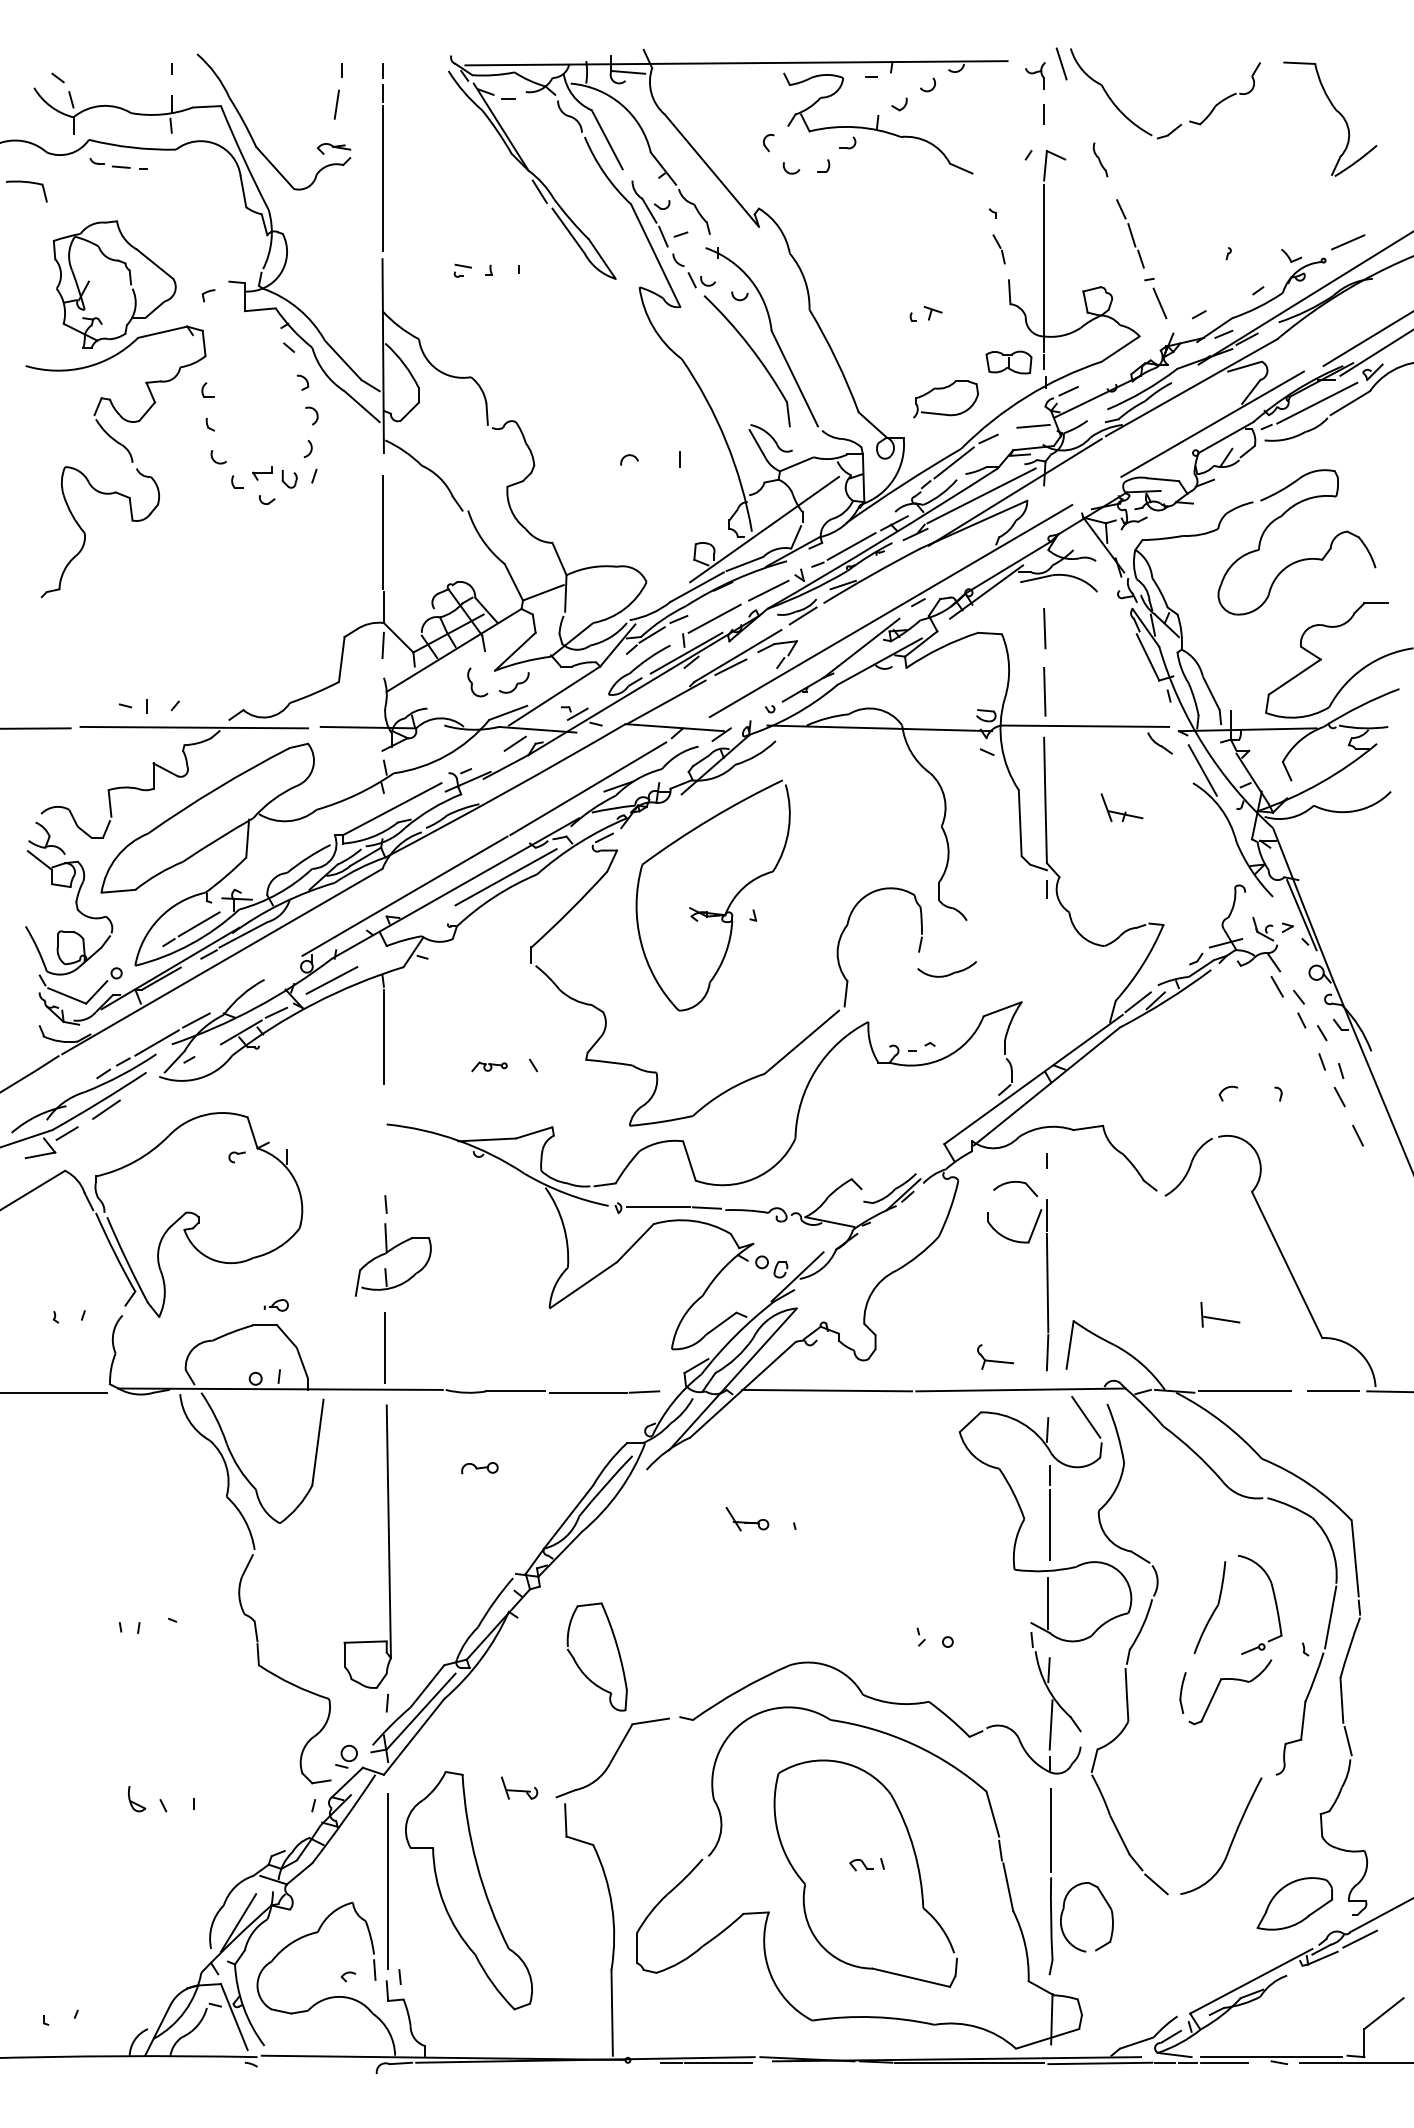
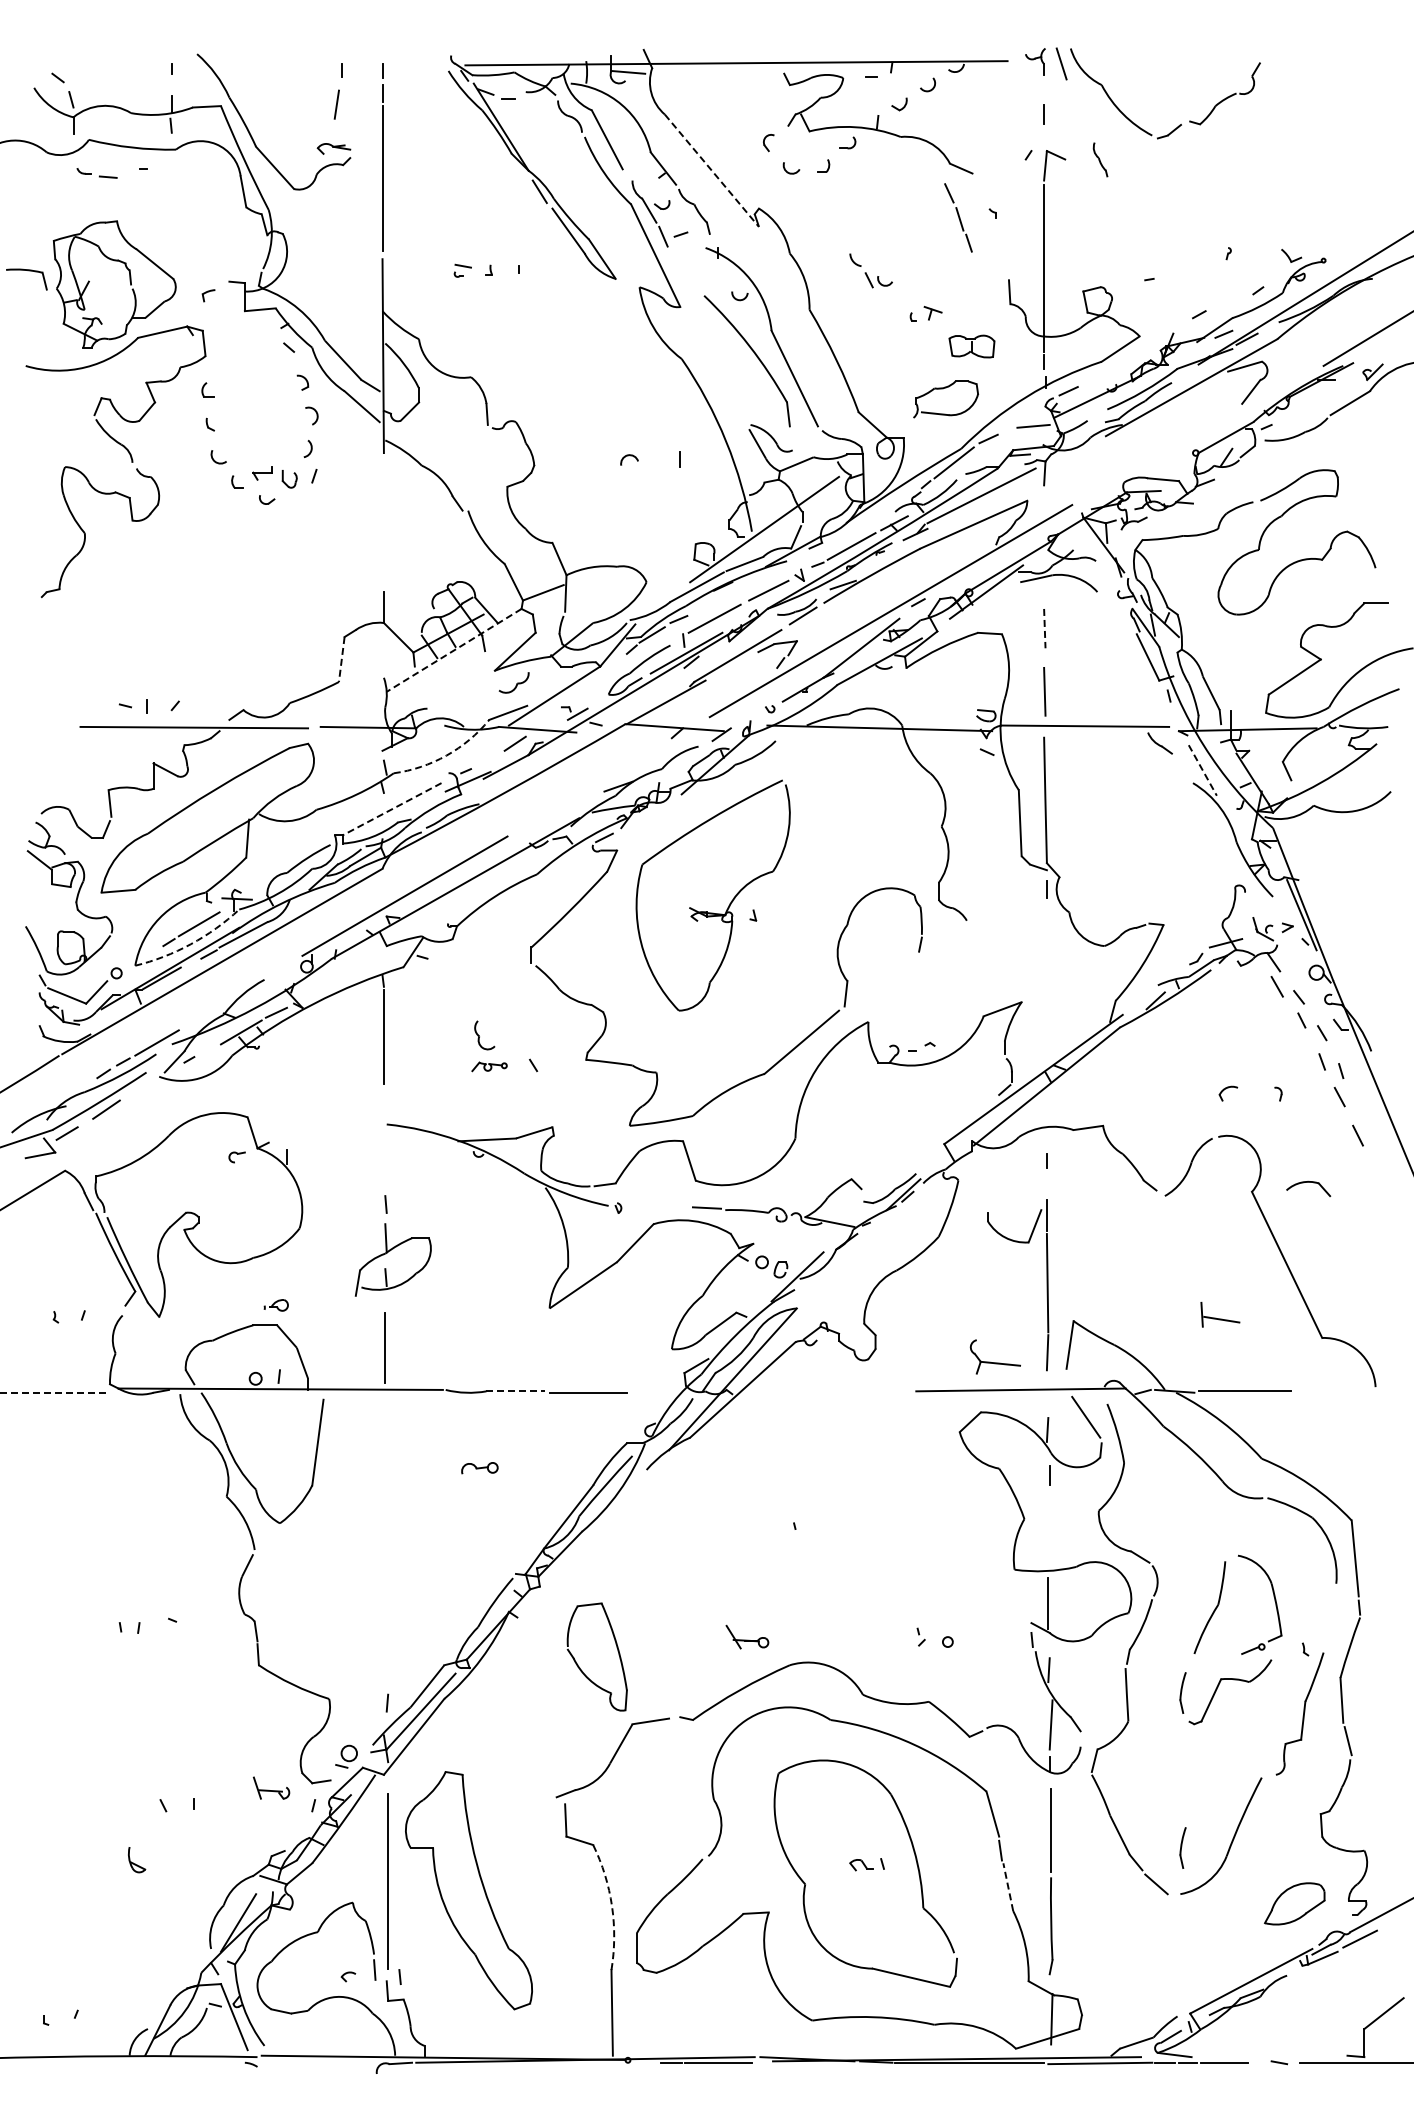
part at (1035, 75) position: (1035, 75) -> (1035, 61)
part at (1336, 111): present -> none
part at (109, 163) position: (109, 163) -> (96, 173)
line at (712, 171): solid -> dashed
part at (28, 183) position: (28, 183) -> (28, 271)
part at (1130, 233) position: (1130, 233) -> (958, 217)
line at (1348, 242): present -> none
part at (998, 249): present -> none
part at (693, 270) position: (693, 270) -> (870, 270)
line at (1159, 303): present -> none
line at (1375, 353): present -> none
part at (1008, 362) position: (1008, 362) -> (971, 346)
line at (1317, 402): present -> none
line at (1212, 423): present -> none
line at (1014, 492): present -> none
line at (382, 532): present -> none
line at (1044, 628): solid -> dashed
line at (382, 645): present -> none
line at (453, 650): solid -> dashed
line at (341, 659): solid -> dashed
line at (730, 666): present -> none
part at (477, 682) position: (477, 682) -> (484, 1035)
line at (36, 728): present -> none
arc at (446, 755): solid -> dashed
line at (1202, 770): solid -> dashed
line at (588, 788): present -> none
part at (1121, 807): present -> none
line at (392, 809): solid -> dashed
line at (505, 877): present -> none
arc at (190, 944): solid -> dashed
part at (946, 969): present -> none
line at (331, 980): present -> none
line at (1137, 1002): present -> none
line at (196, 1020): present -> none
part at (1015, 1188) position: (1015, 1188) -> (1308, 1188)
line at (658, 1207): present -> none
part at (995, 1356) size: 38x26 px -> 52x36 px
line at (827, 1390): present -> none
line at (516, 1391): solid -> dashed
line at (644, 1391): present -> none
line at (1333, 1391): present -> none
line at (1388, 1391): present -> none
line at (54, 1392): solid -> dashed
part at (747, 1518) position: (747, 1518) -> (747, 1636)
line at (1049, 1524): present -> none
part at (388, 1546): present -> none
line at (1330, 1617): present -> none
part at (519, 1787) position: (519, 1787) -> (271, 1787)
part at (137, 1799) position: (137, 1799) -> (137, 1860)
part at (1182, 1847): none -> present
line at (1008, 1886): solid -> dashed
part at (1294, 1903) size: 77x54 px -> 62x44 px
arc at (612, 1906): solid -> dashed
part at (1064, 1909): present -> none
line at (1271, 2057): present -> none
